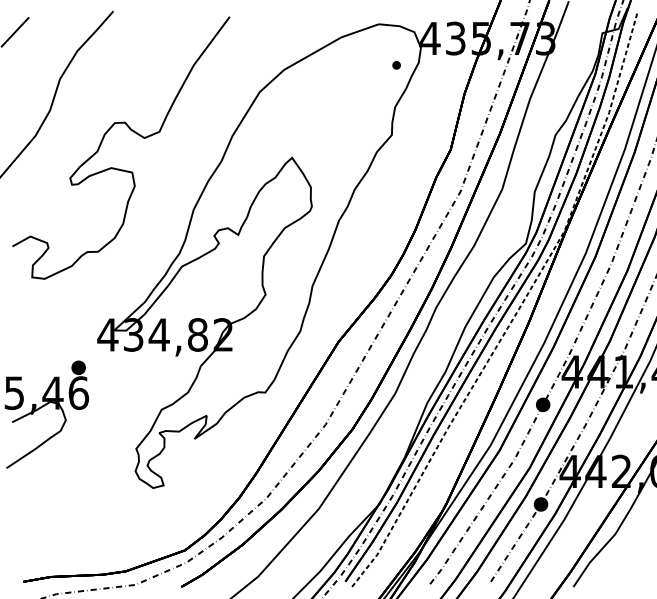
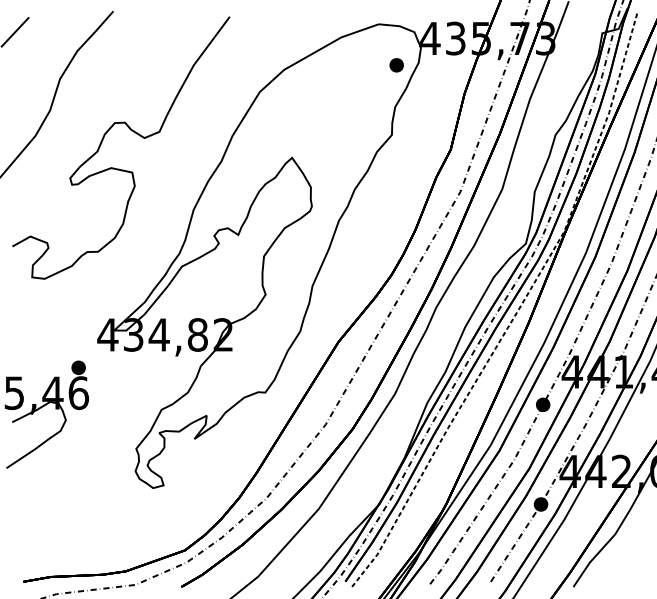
part at (396, 65) size: 9x9 px -> 15x15 px
